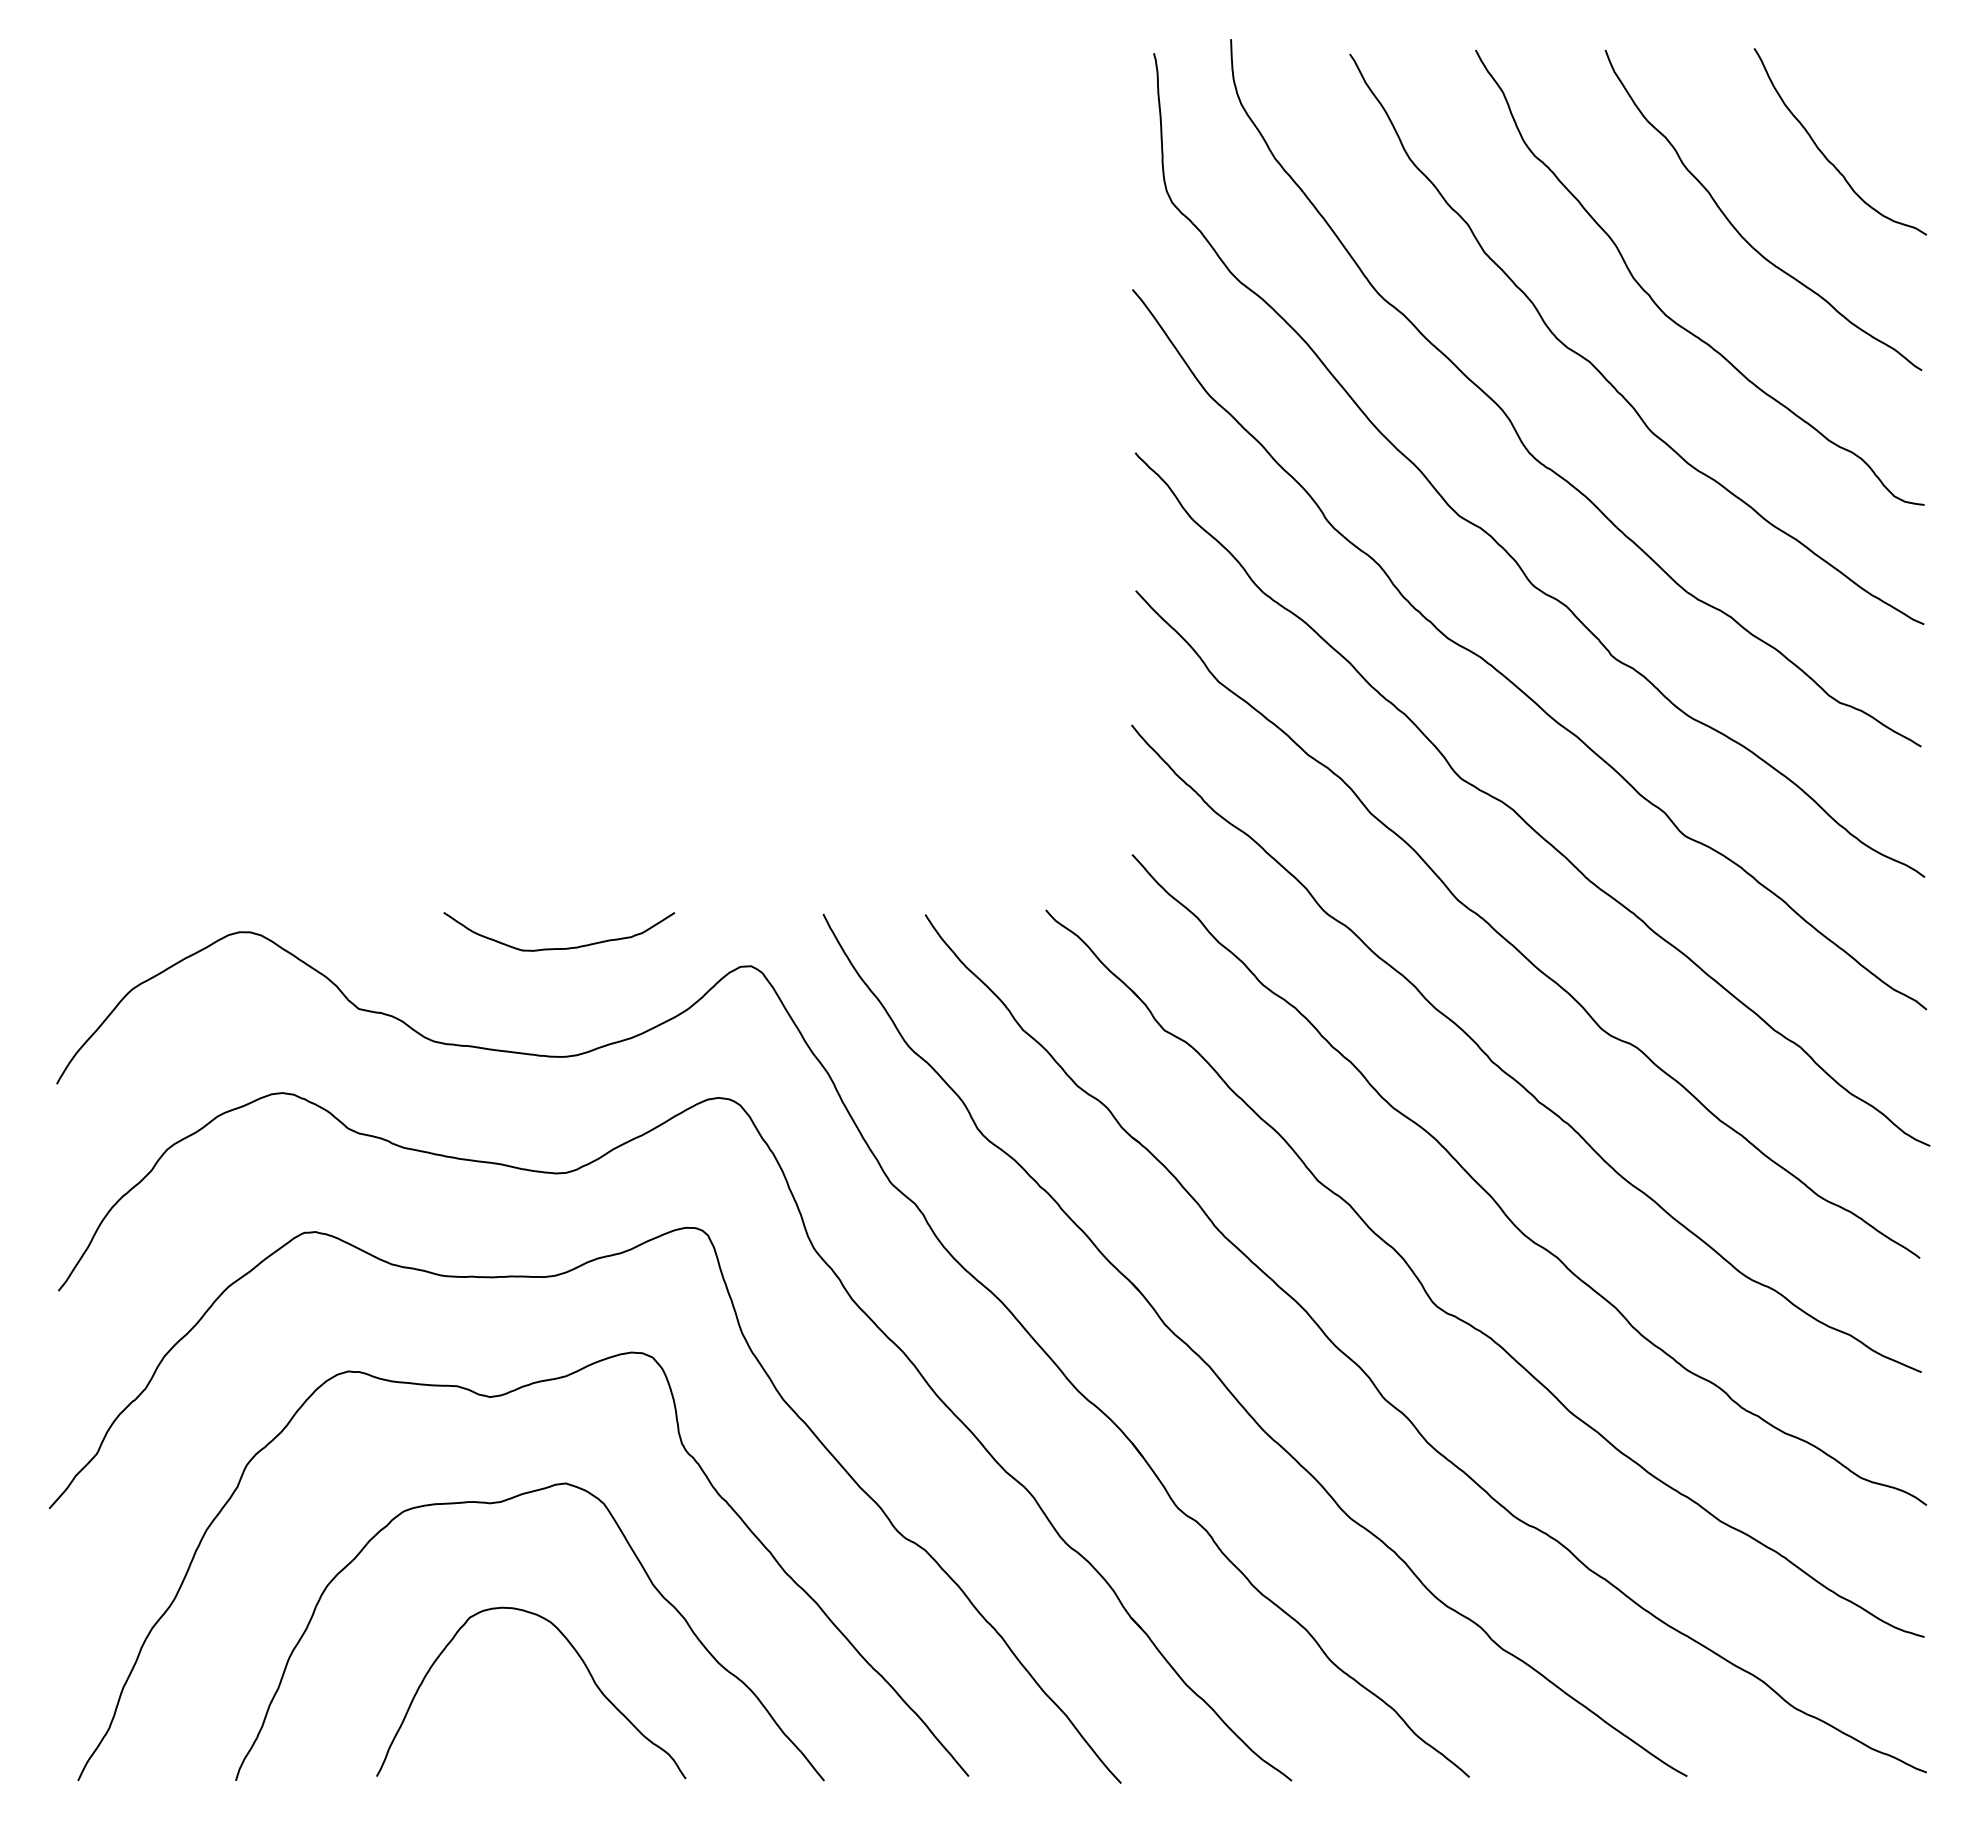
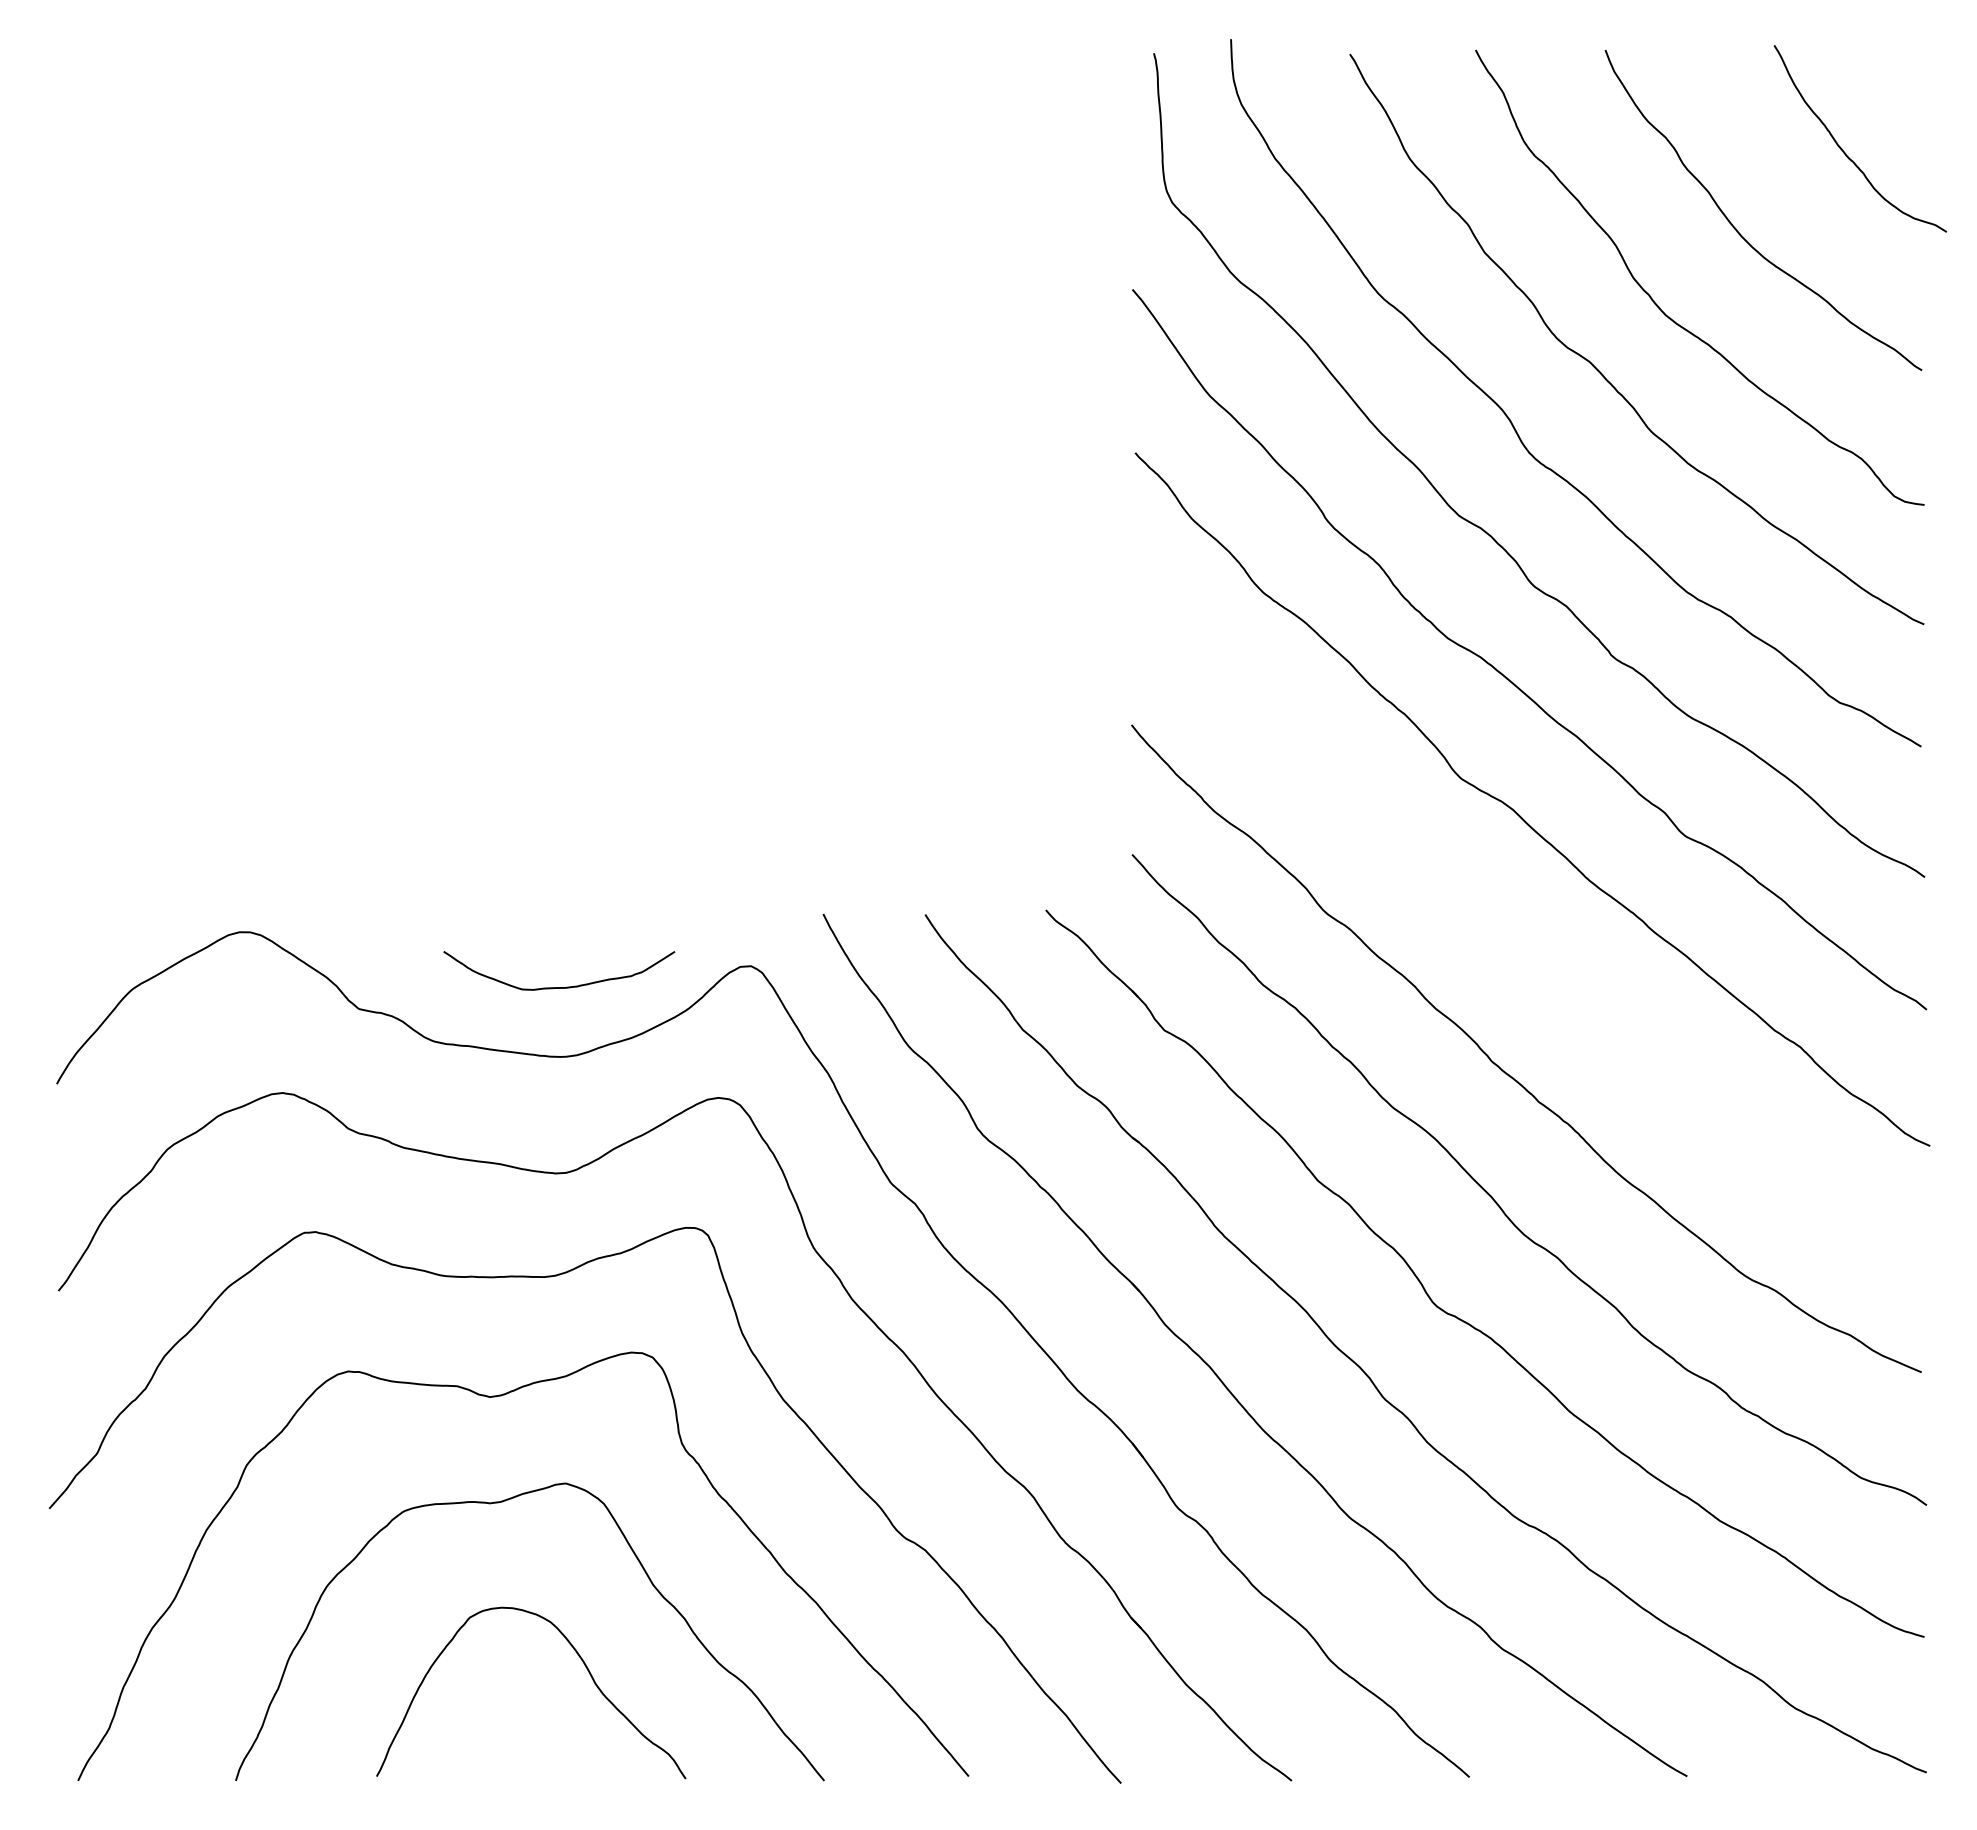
curve at (1825, 155) position: (1825, 155) -> (1845, 152)
curve at (1513, 944): present -> none
curve at (559, 948) position: (559, 948) -> (559, 987)
